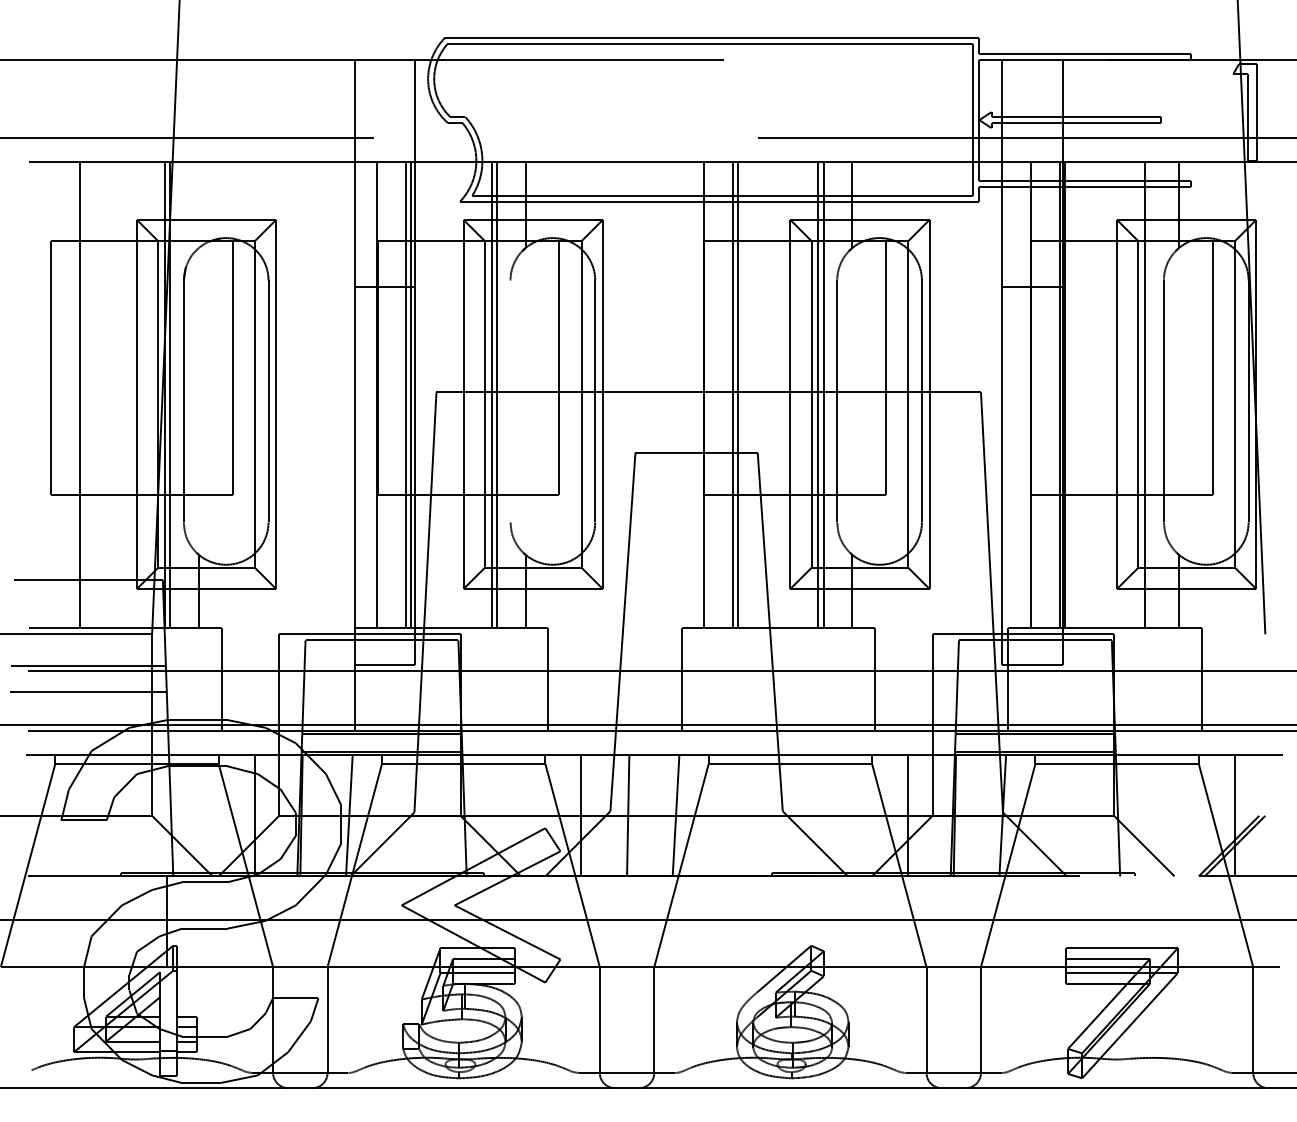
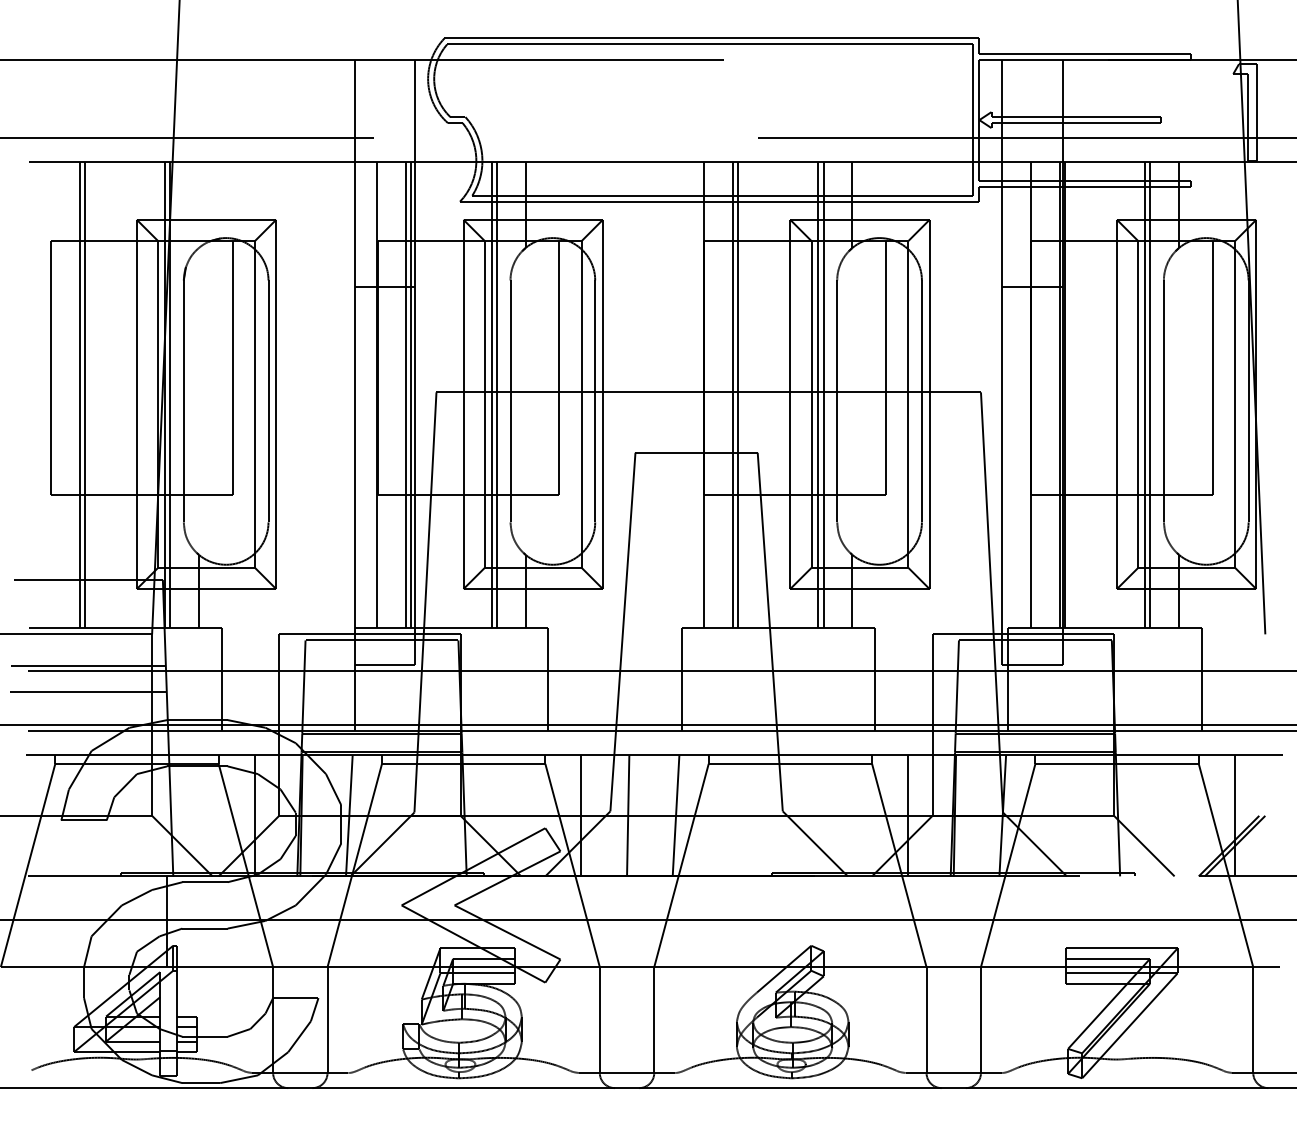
line at (84, 395): none -> present
line at (1150, 395): none -> present
line at (510, 401): none -> present
